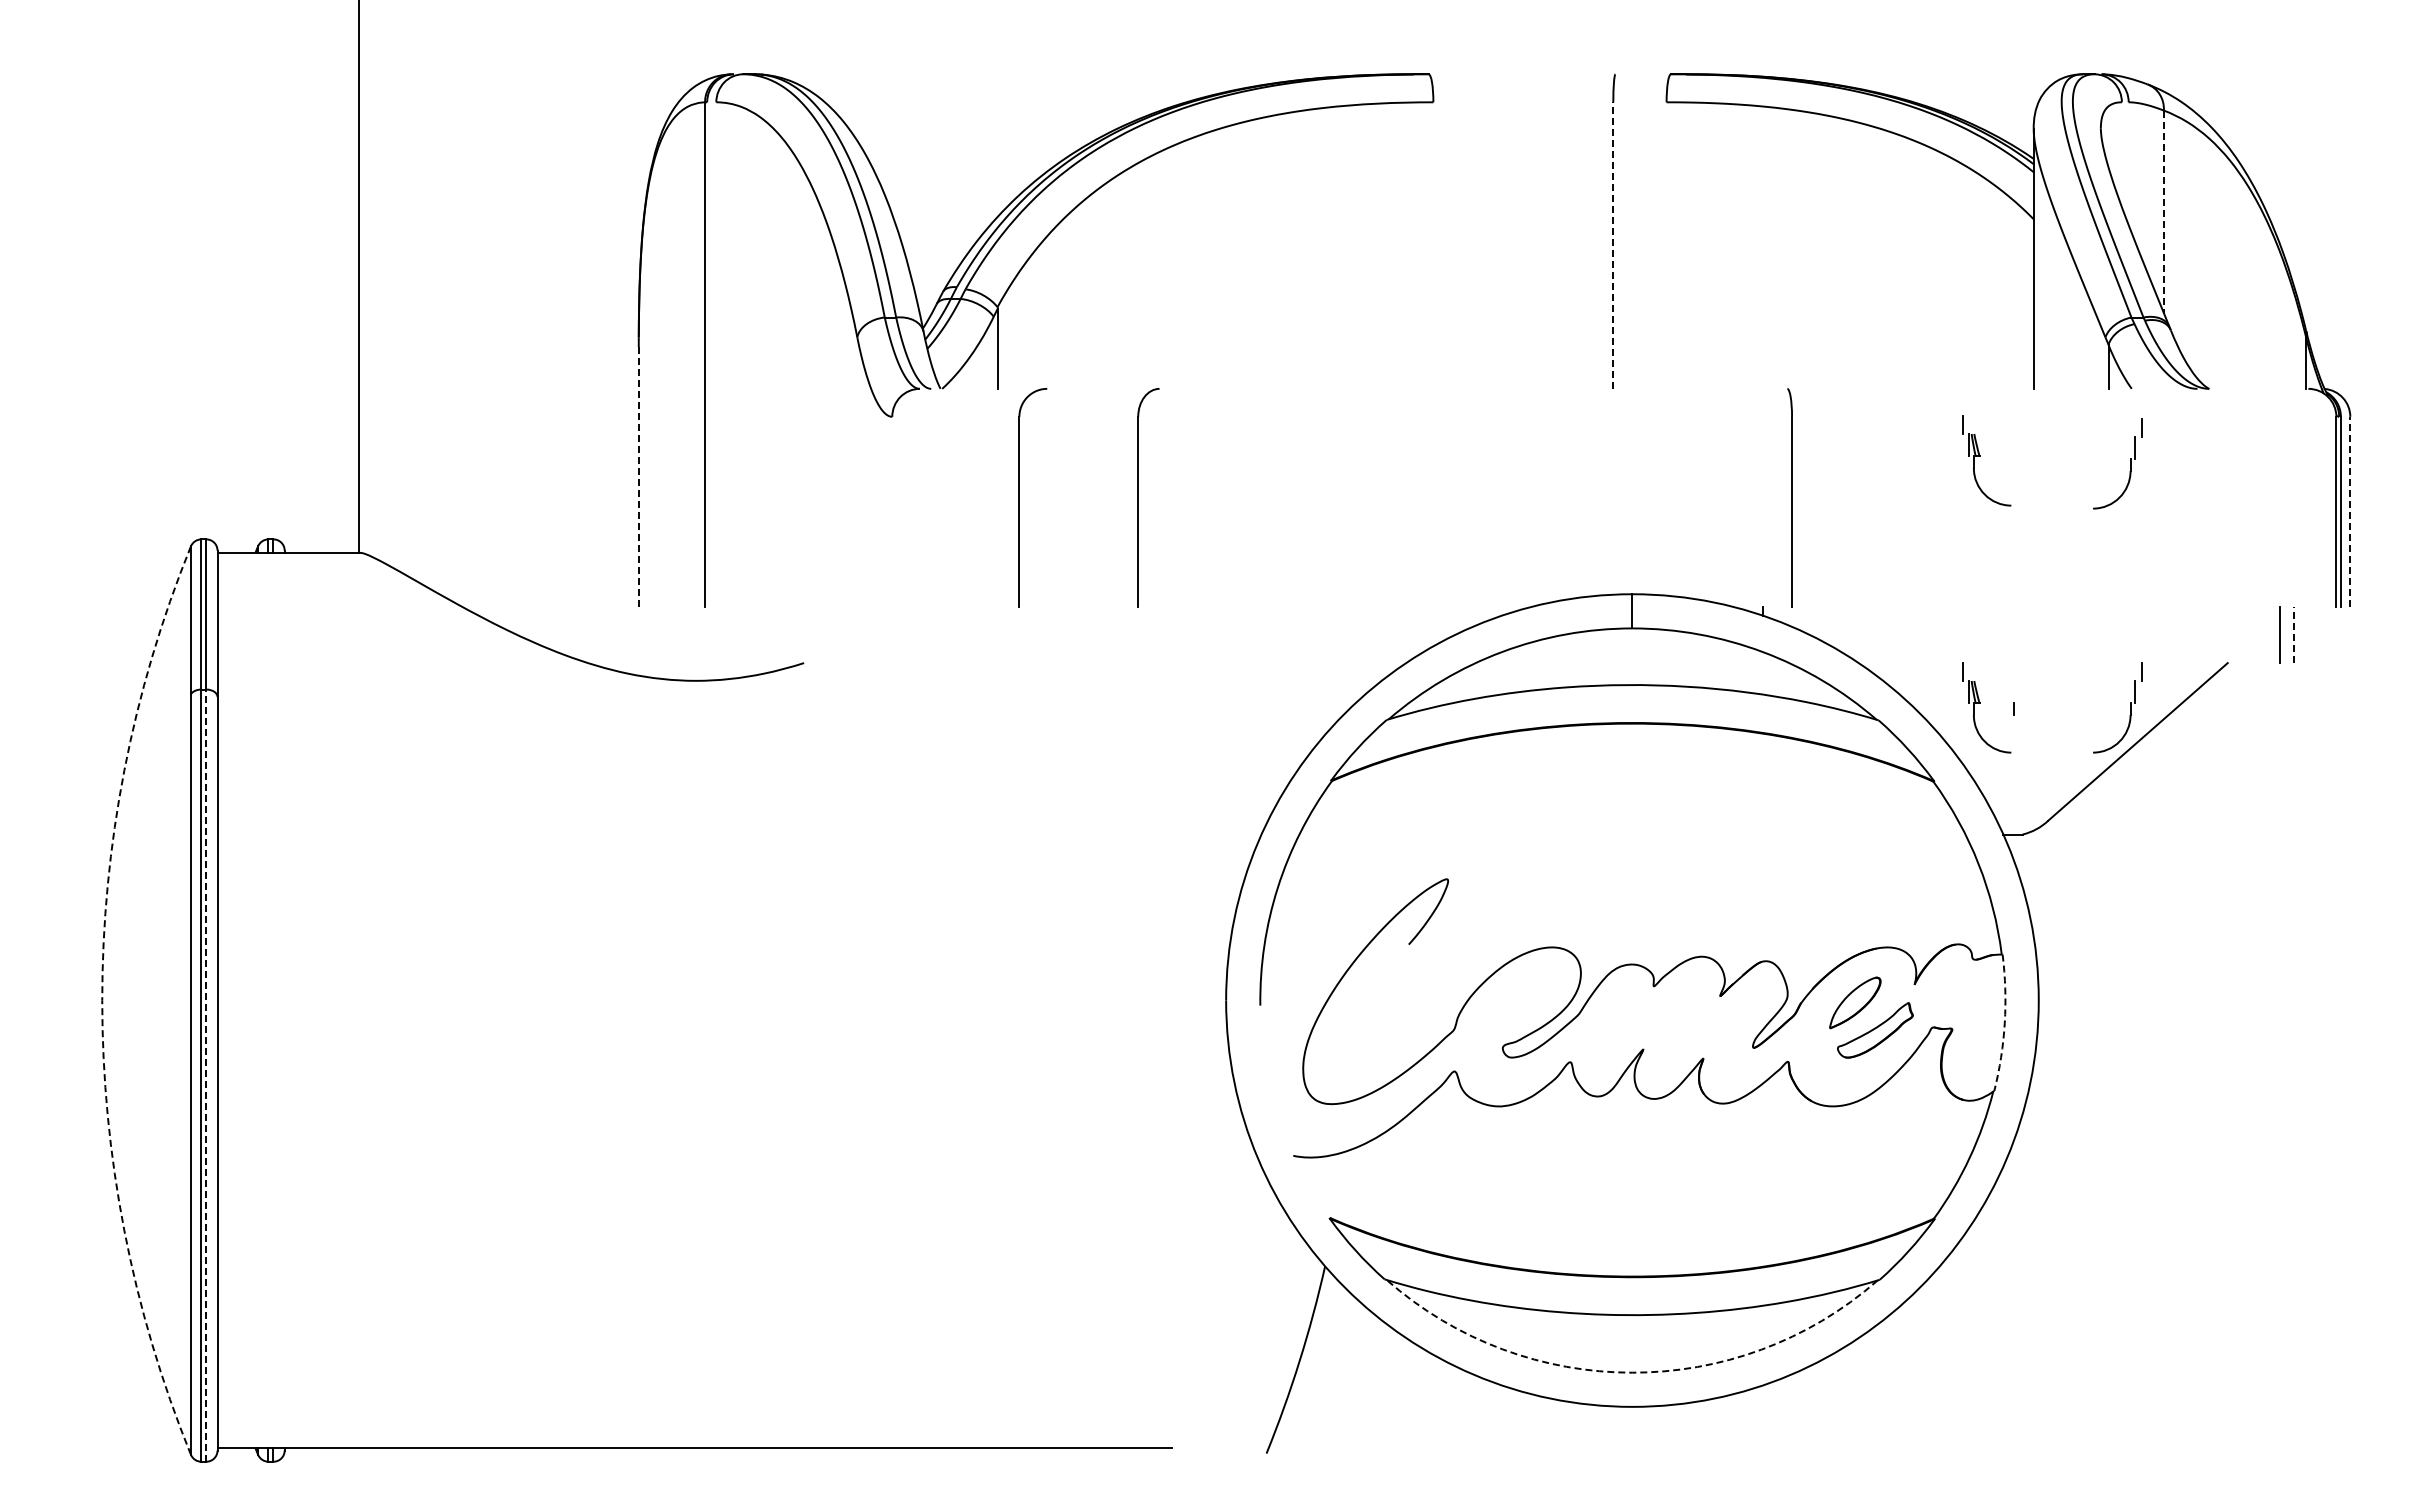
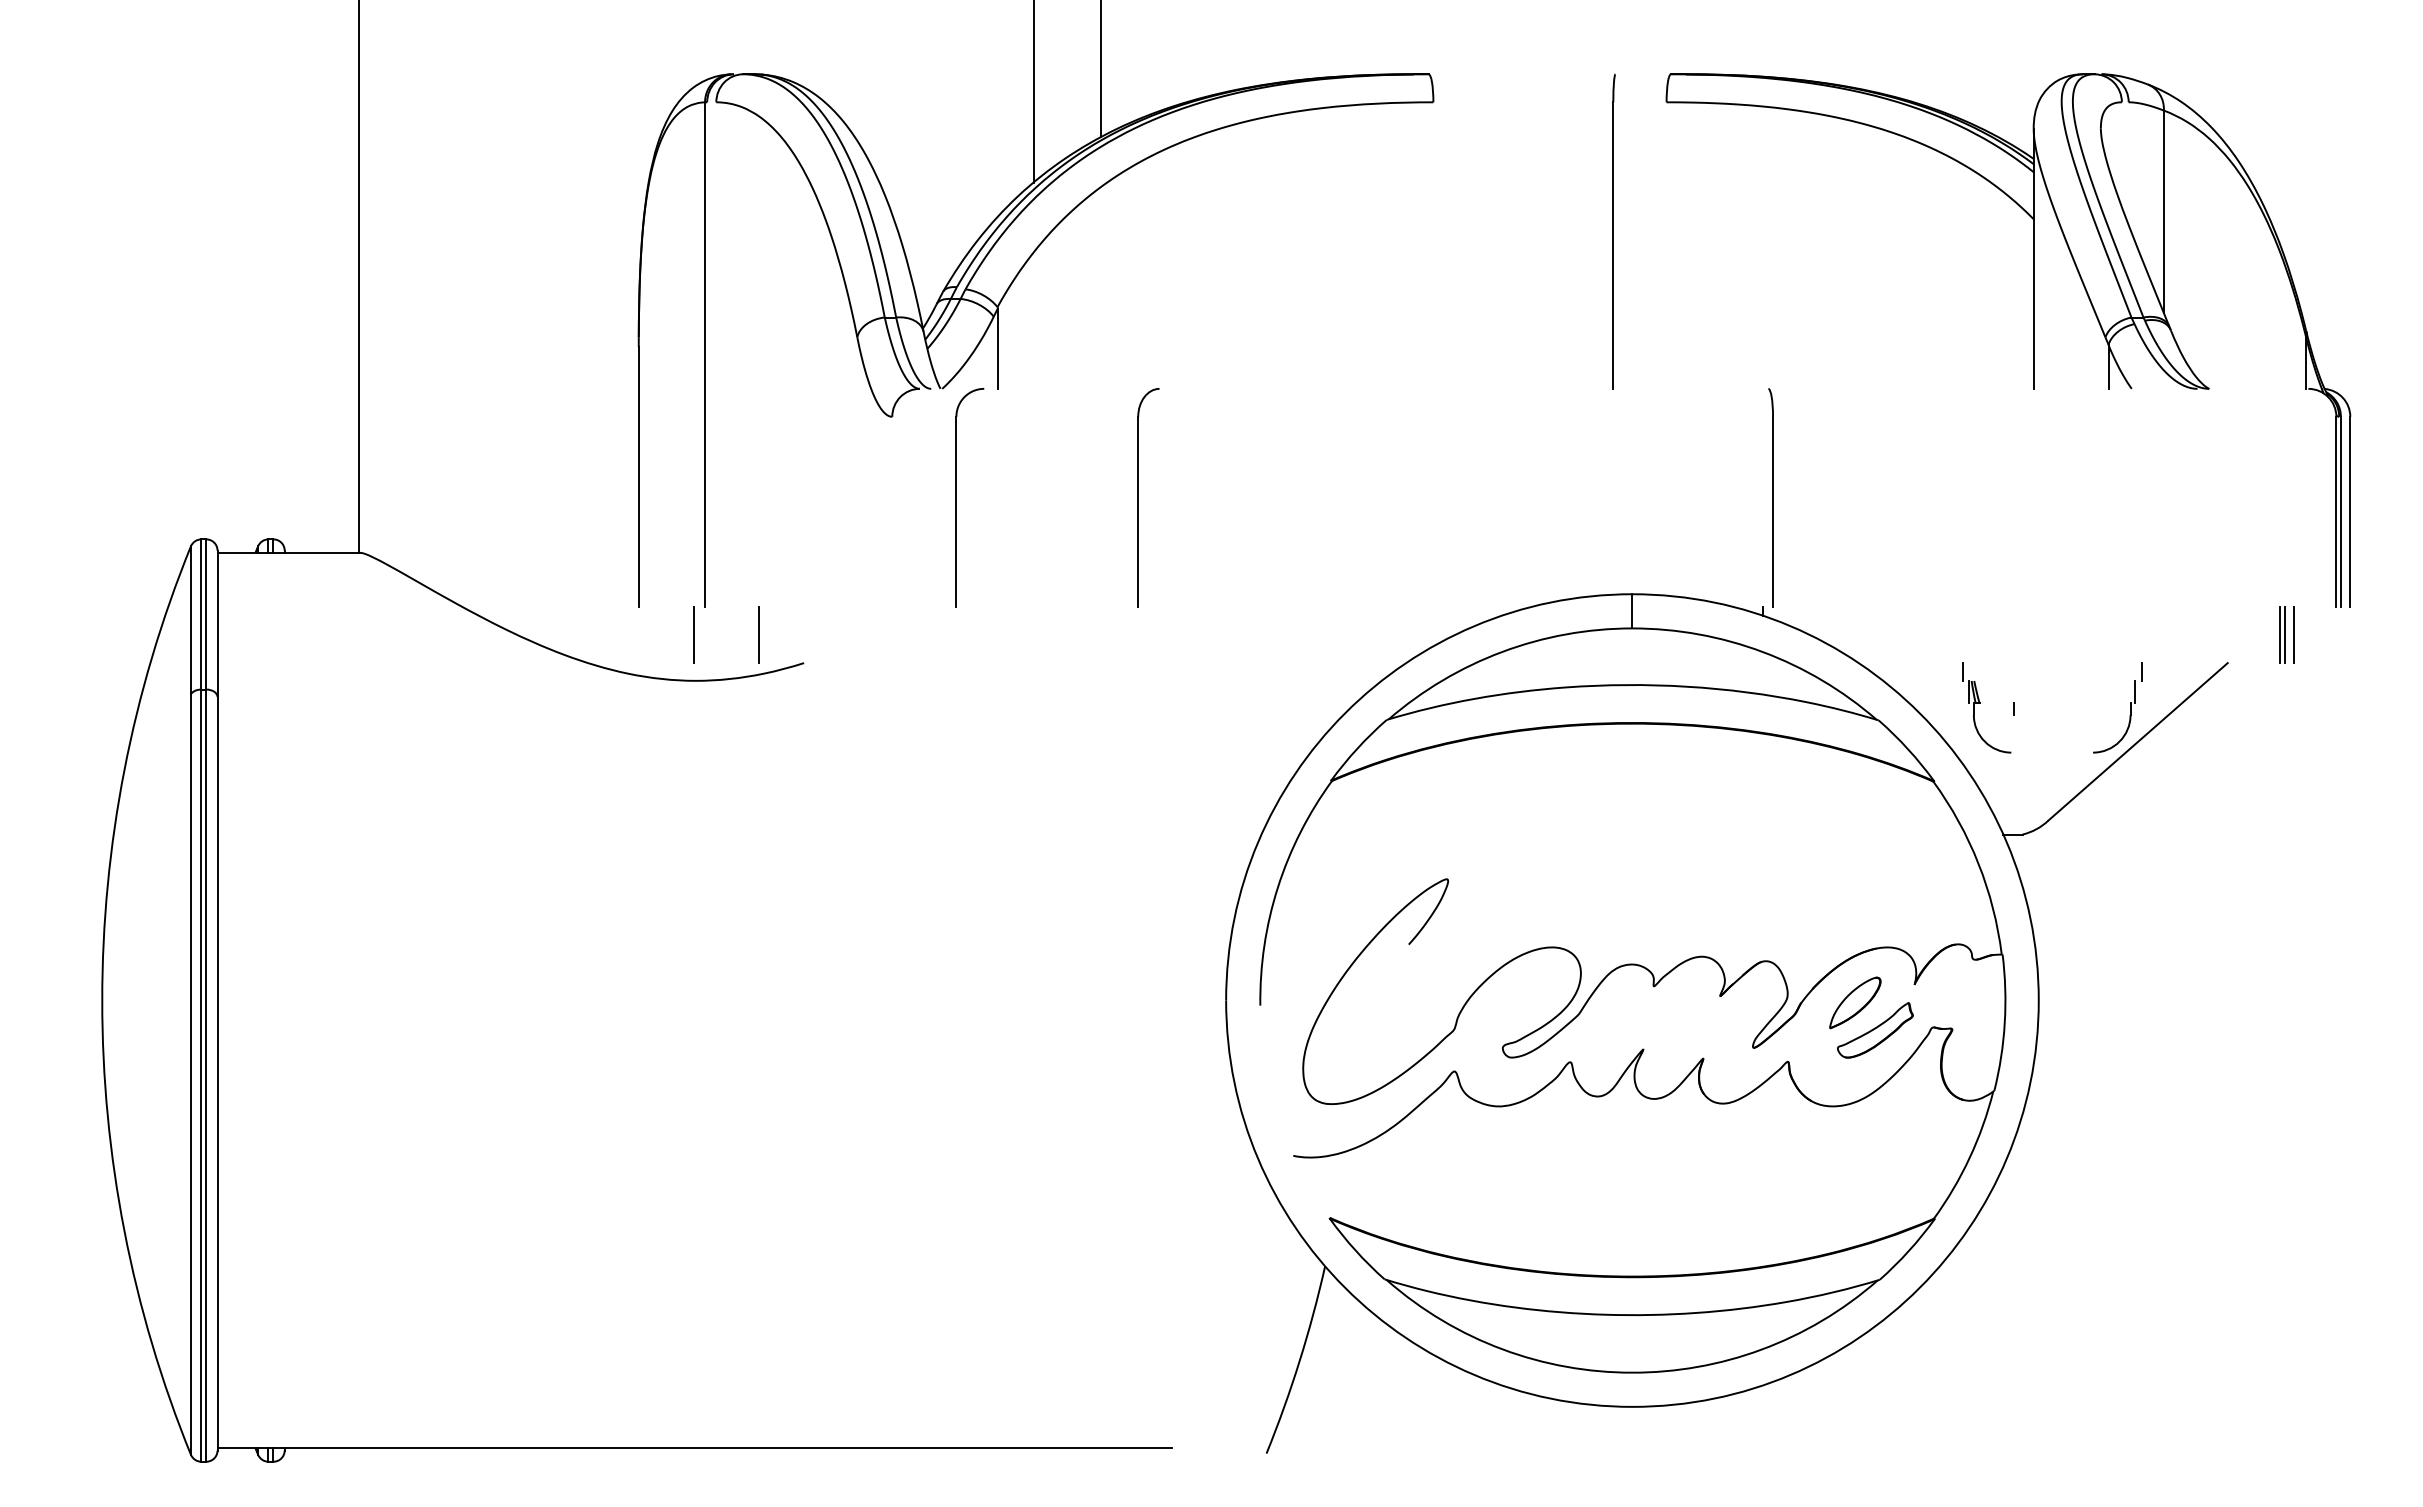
line at (1100, 69): none -> present
line at (1033, 92): none -> present
line at (2163, 212): dashed -> solid
line at (1613, 245): dashed -> solid
part at (1980, 456): present -> none
part at (2130, 463): present -> none
line at (638, 476): dashed -> solid
part at (1019, 497) position: (1019, 497) -> (956, 497)
part at (1789, 497) position: (1789, 497) -> (1770, 497)
line at (2350, 511): dashed -> solid
line at (694, 635): none -> present
line at (758, 635): none -> present
line at (2284, 635): none -> present
line at (2294, 635): dashed -> solid
arc at (102, 1000): dashed -> solid
arc at (2004, 1023): dashed -> solid
line at (206, 1075): dashed -> solid
arc at (1632, 1372): dashed -> solid
